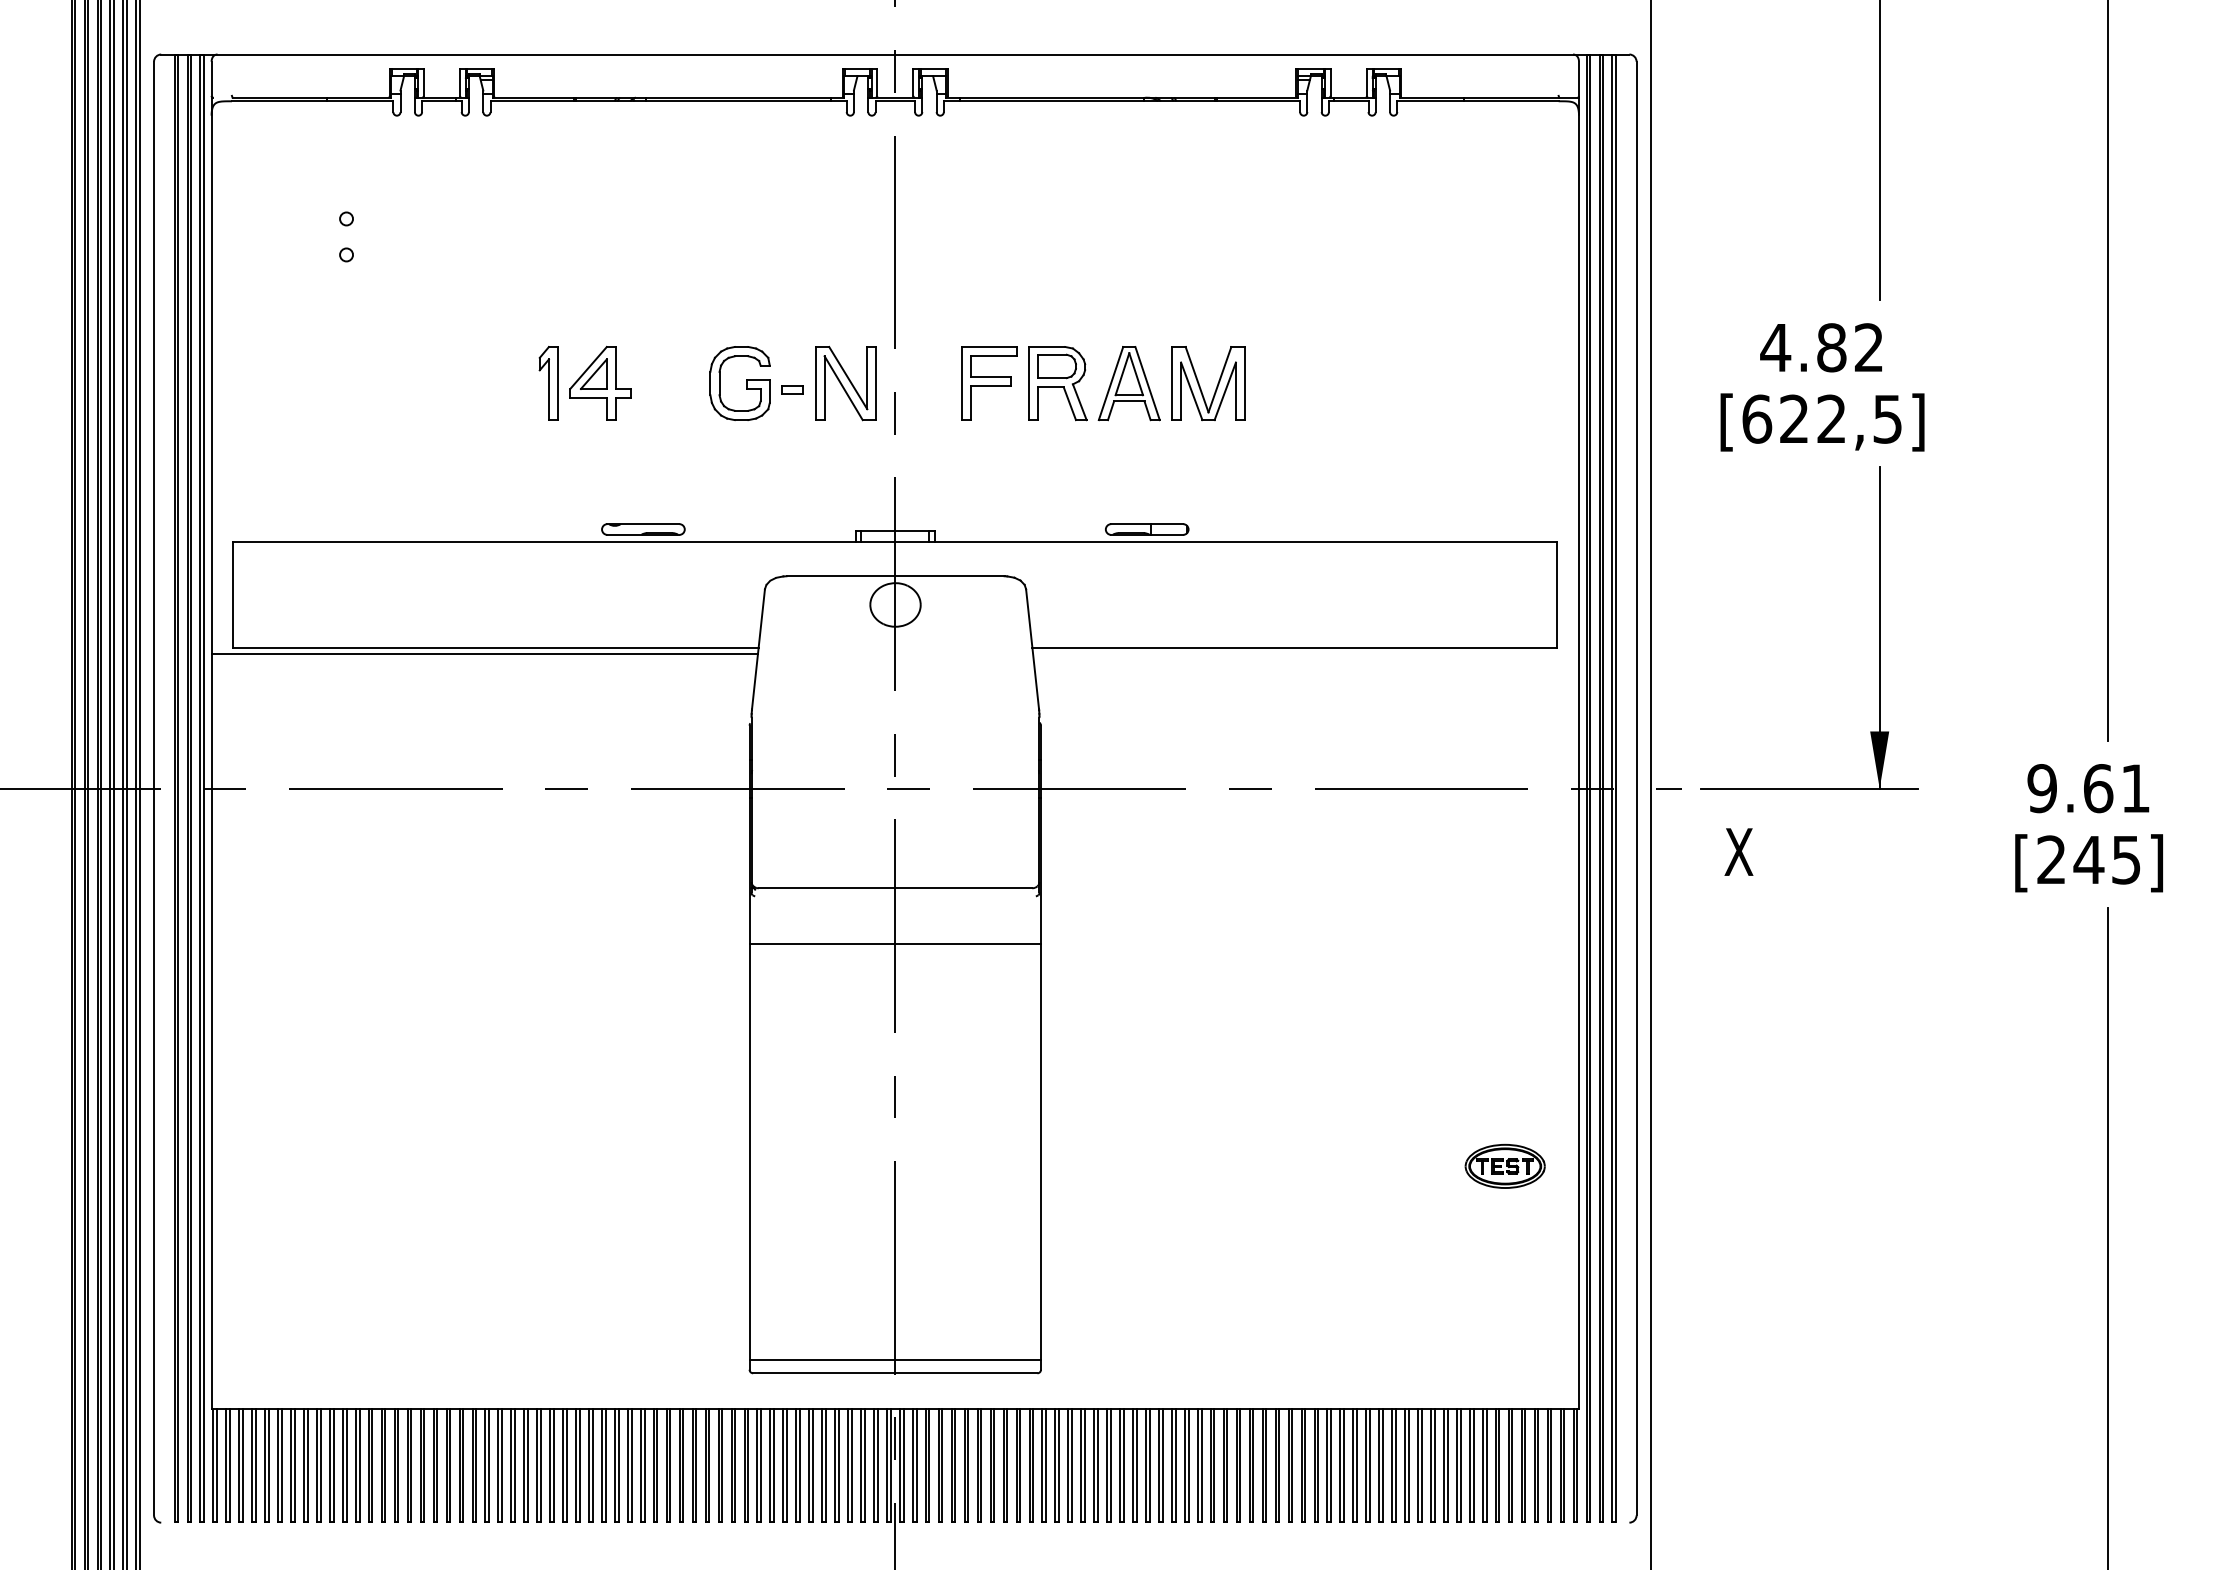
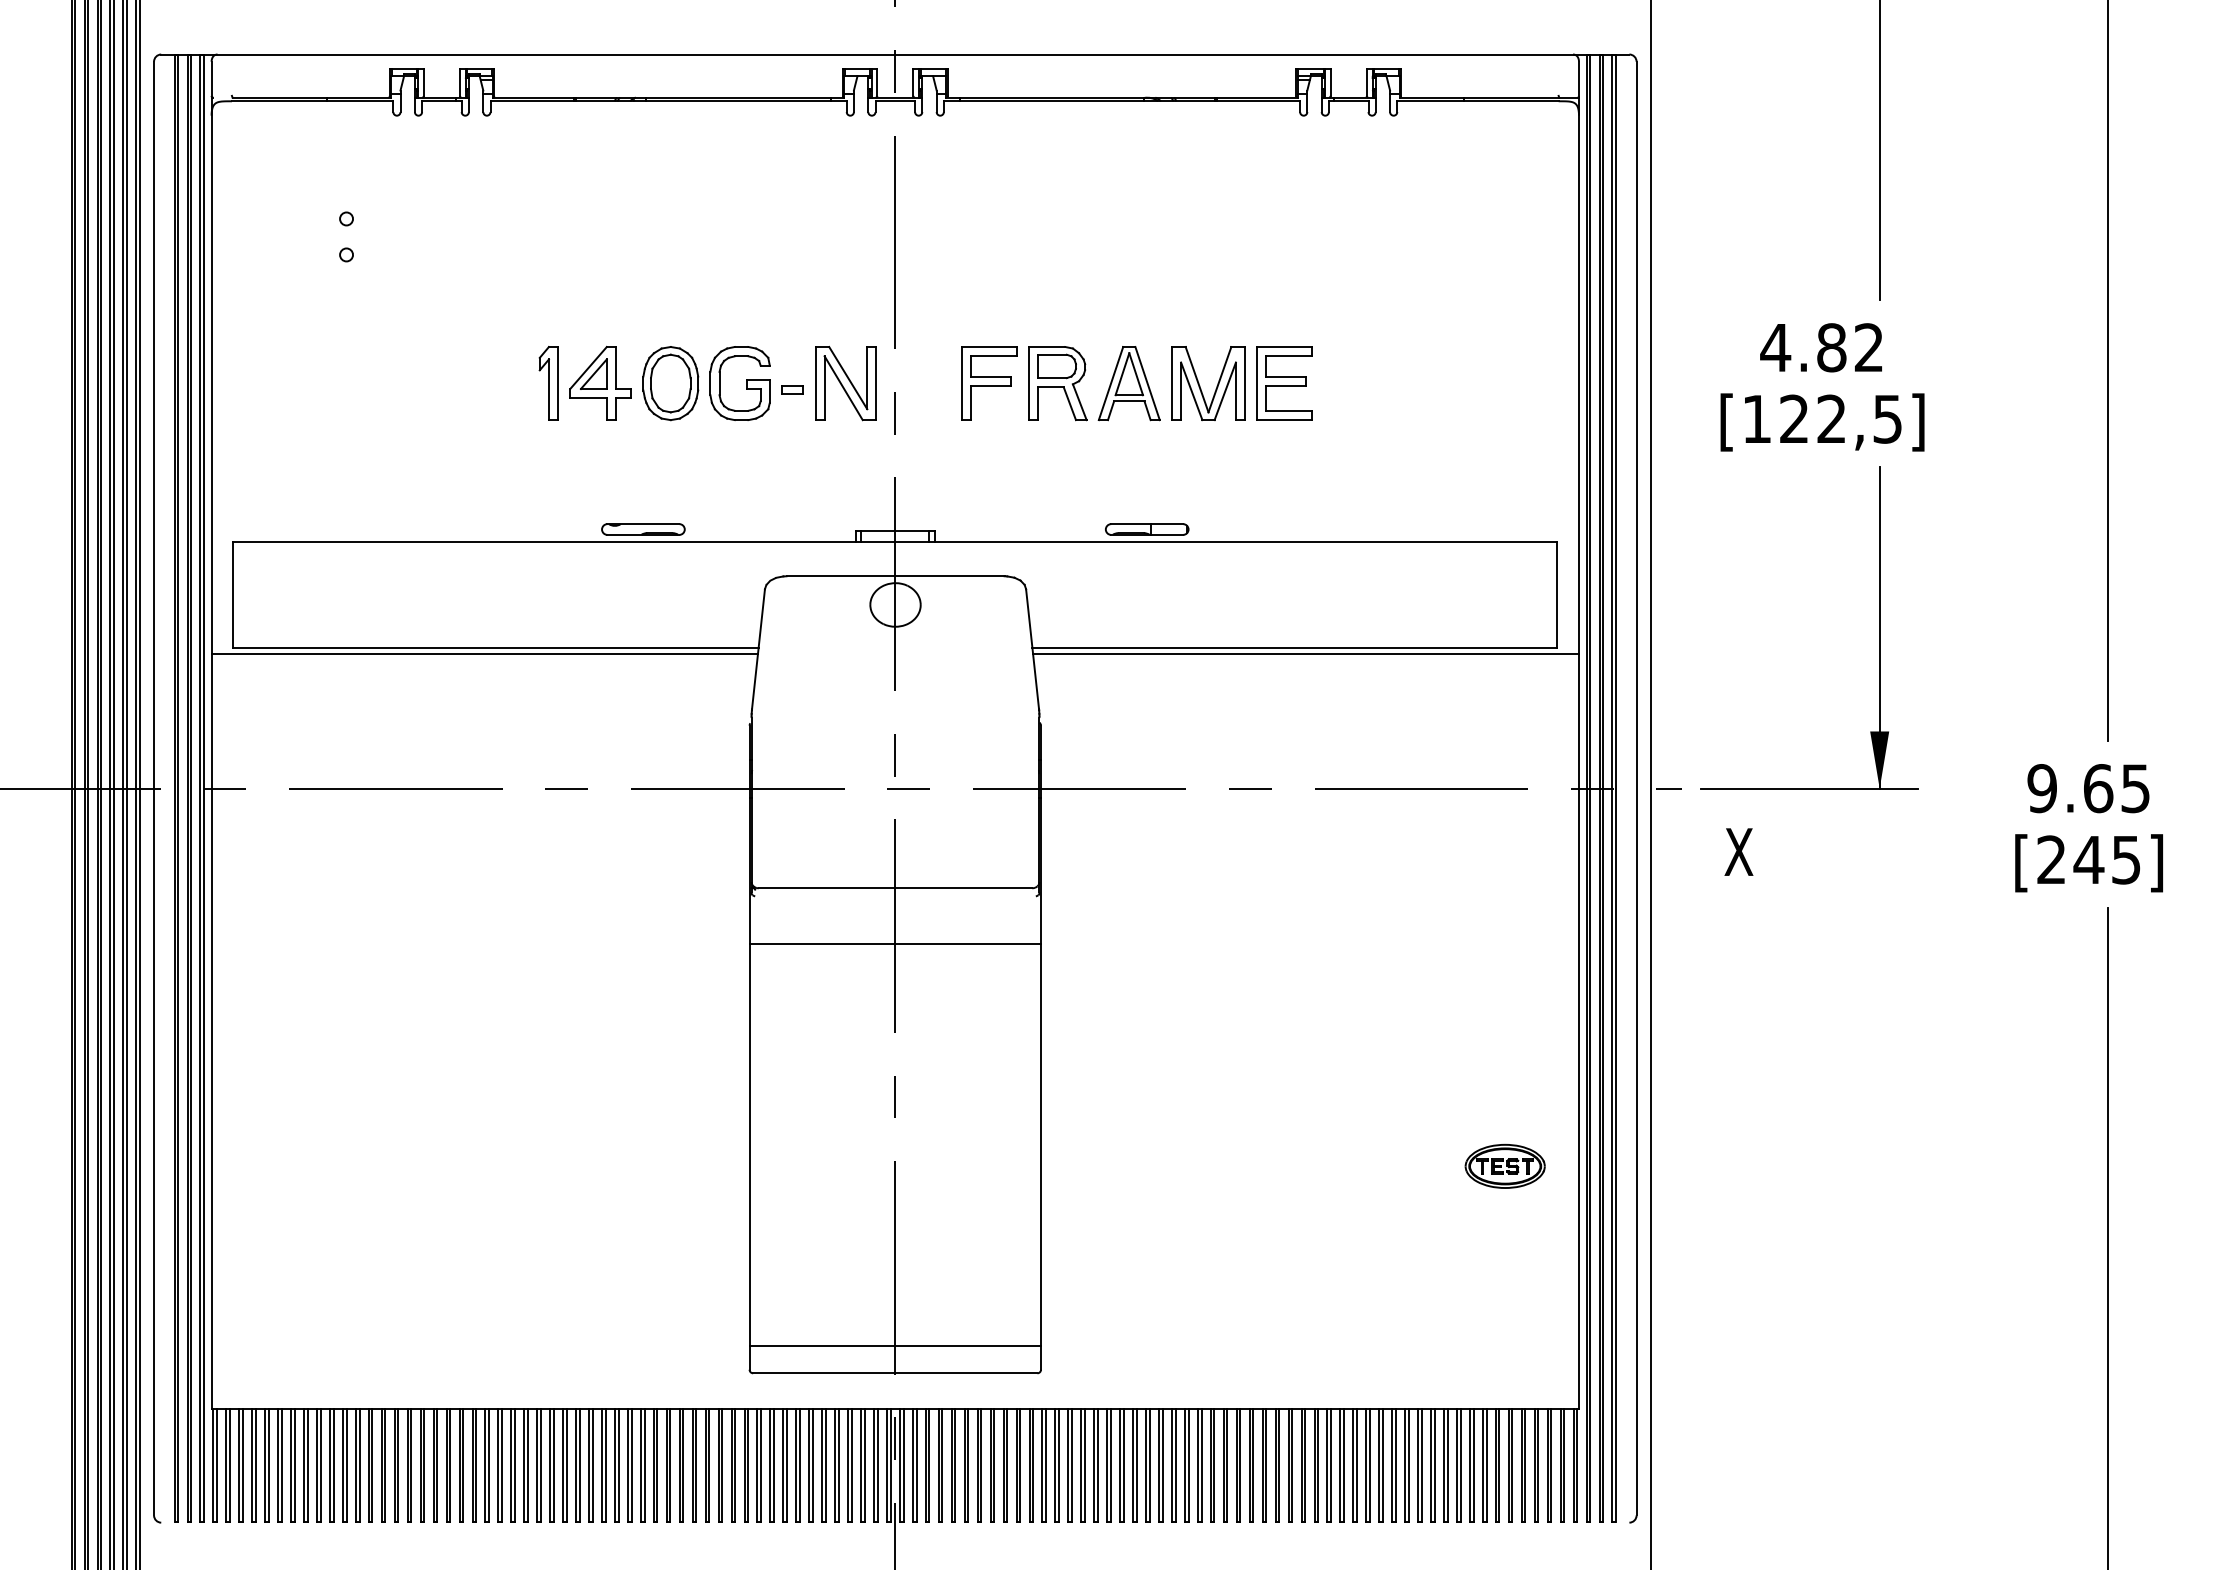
part at (670, 383): none -> present
part at (1284, 383): none -> present
text at (1757, 418): [622,5] -> [122,5]
line at (1306, 653): none -> present
text at (2135, 788): 9.61 -> 9.65
line at (895, 1360) position: (895, 1360) -> (895, 1346)
